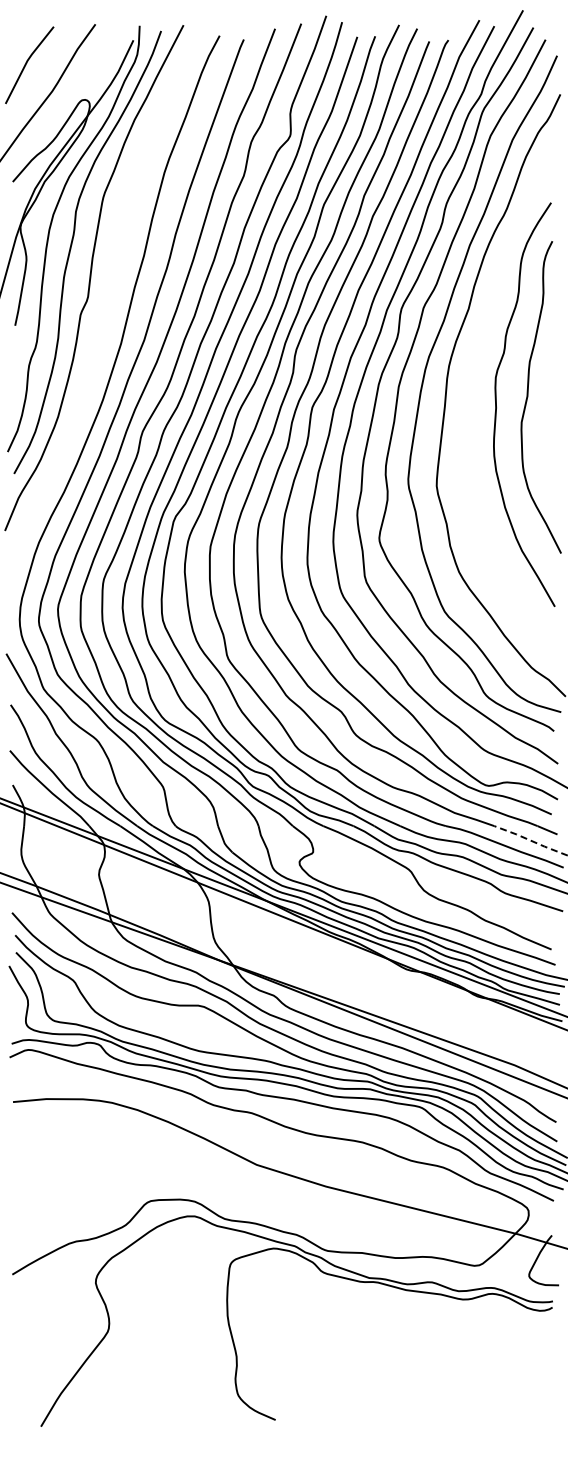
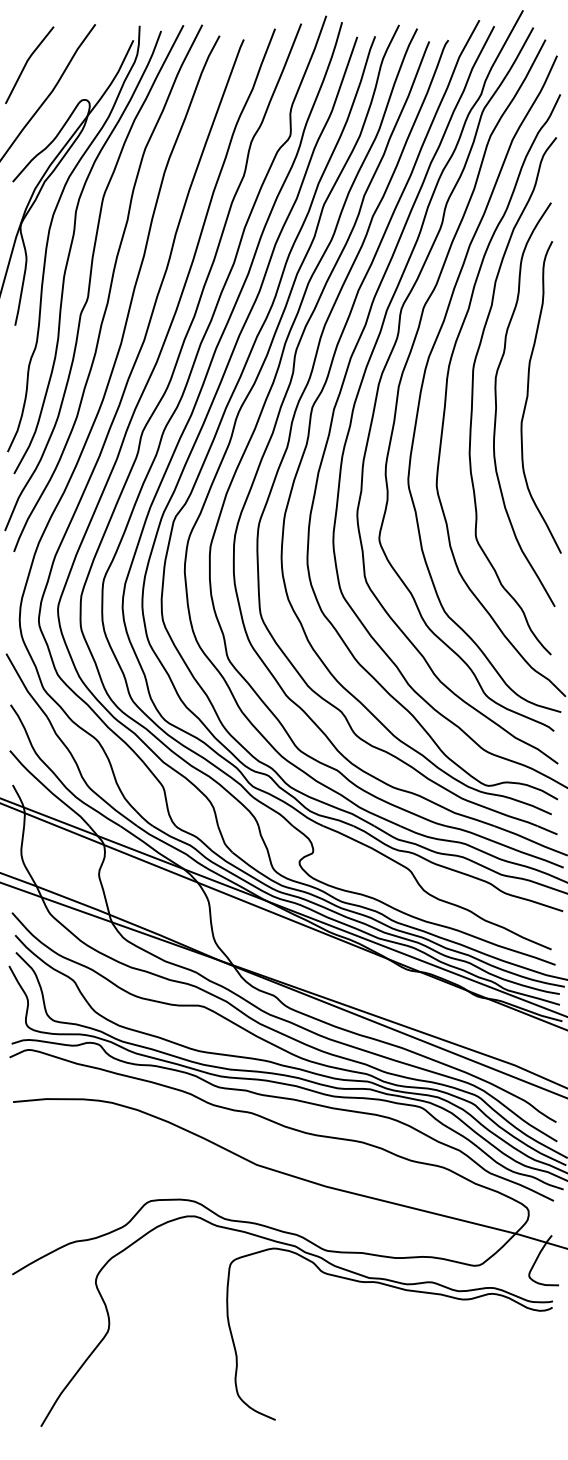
curve at (109, 288): none -> present
curve at (473, 396): none -> present
line at (531, 840): dashed -> solid
